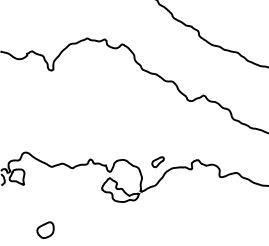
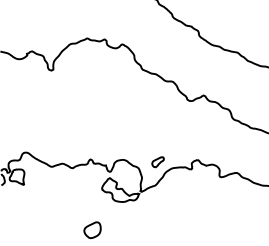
part at (45, 230) position: (45, 230) -> (92, 230)
